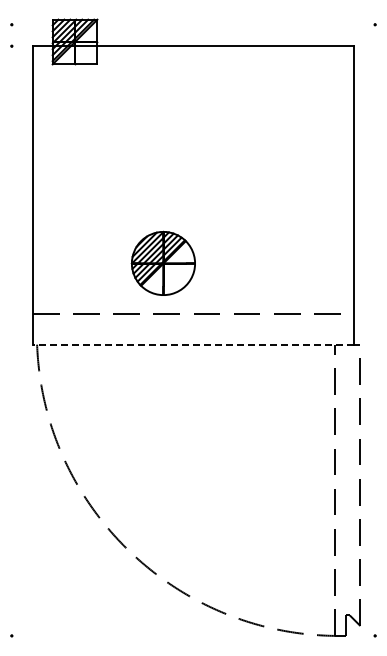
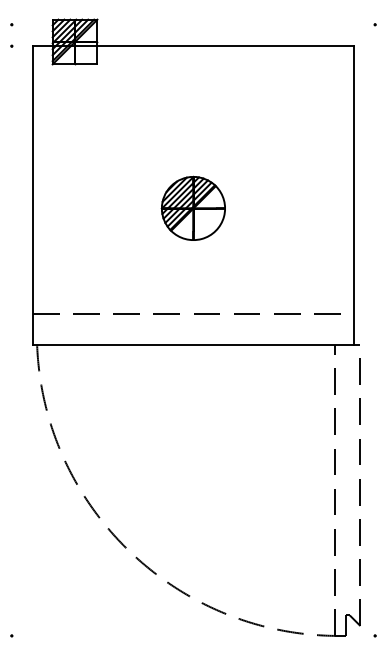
part at (162, 262) position: (162, 262) -> (192, 207)
line at (193, 344): dashed -> solid
